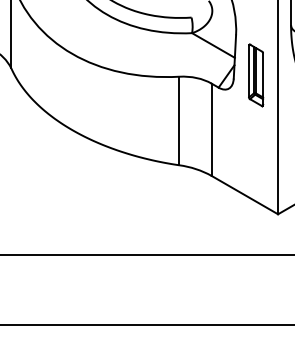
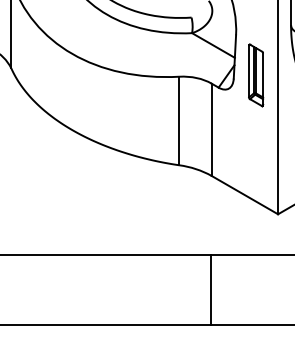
line at (210, 289): none -> present
